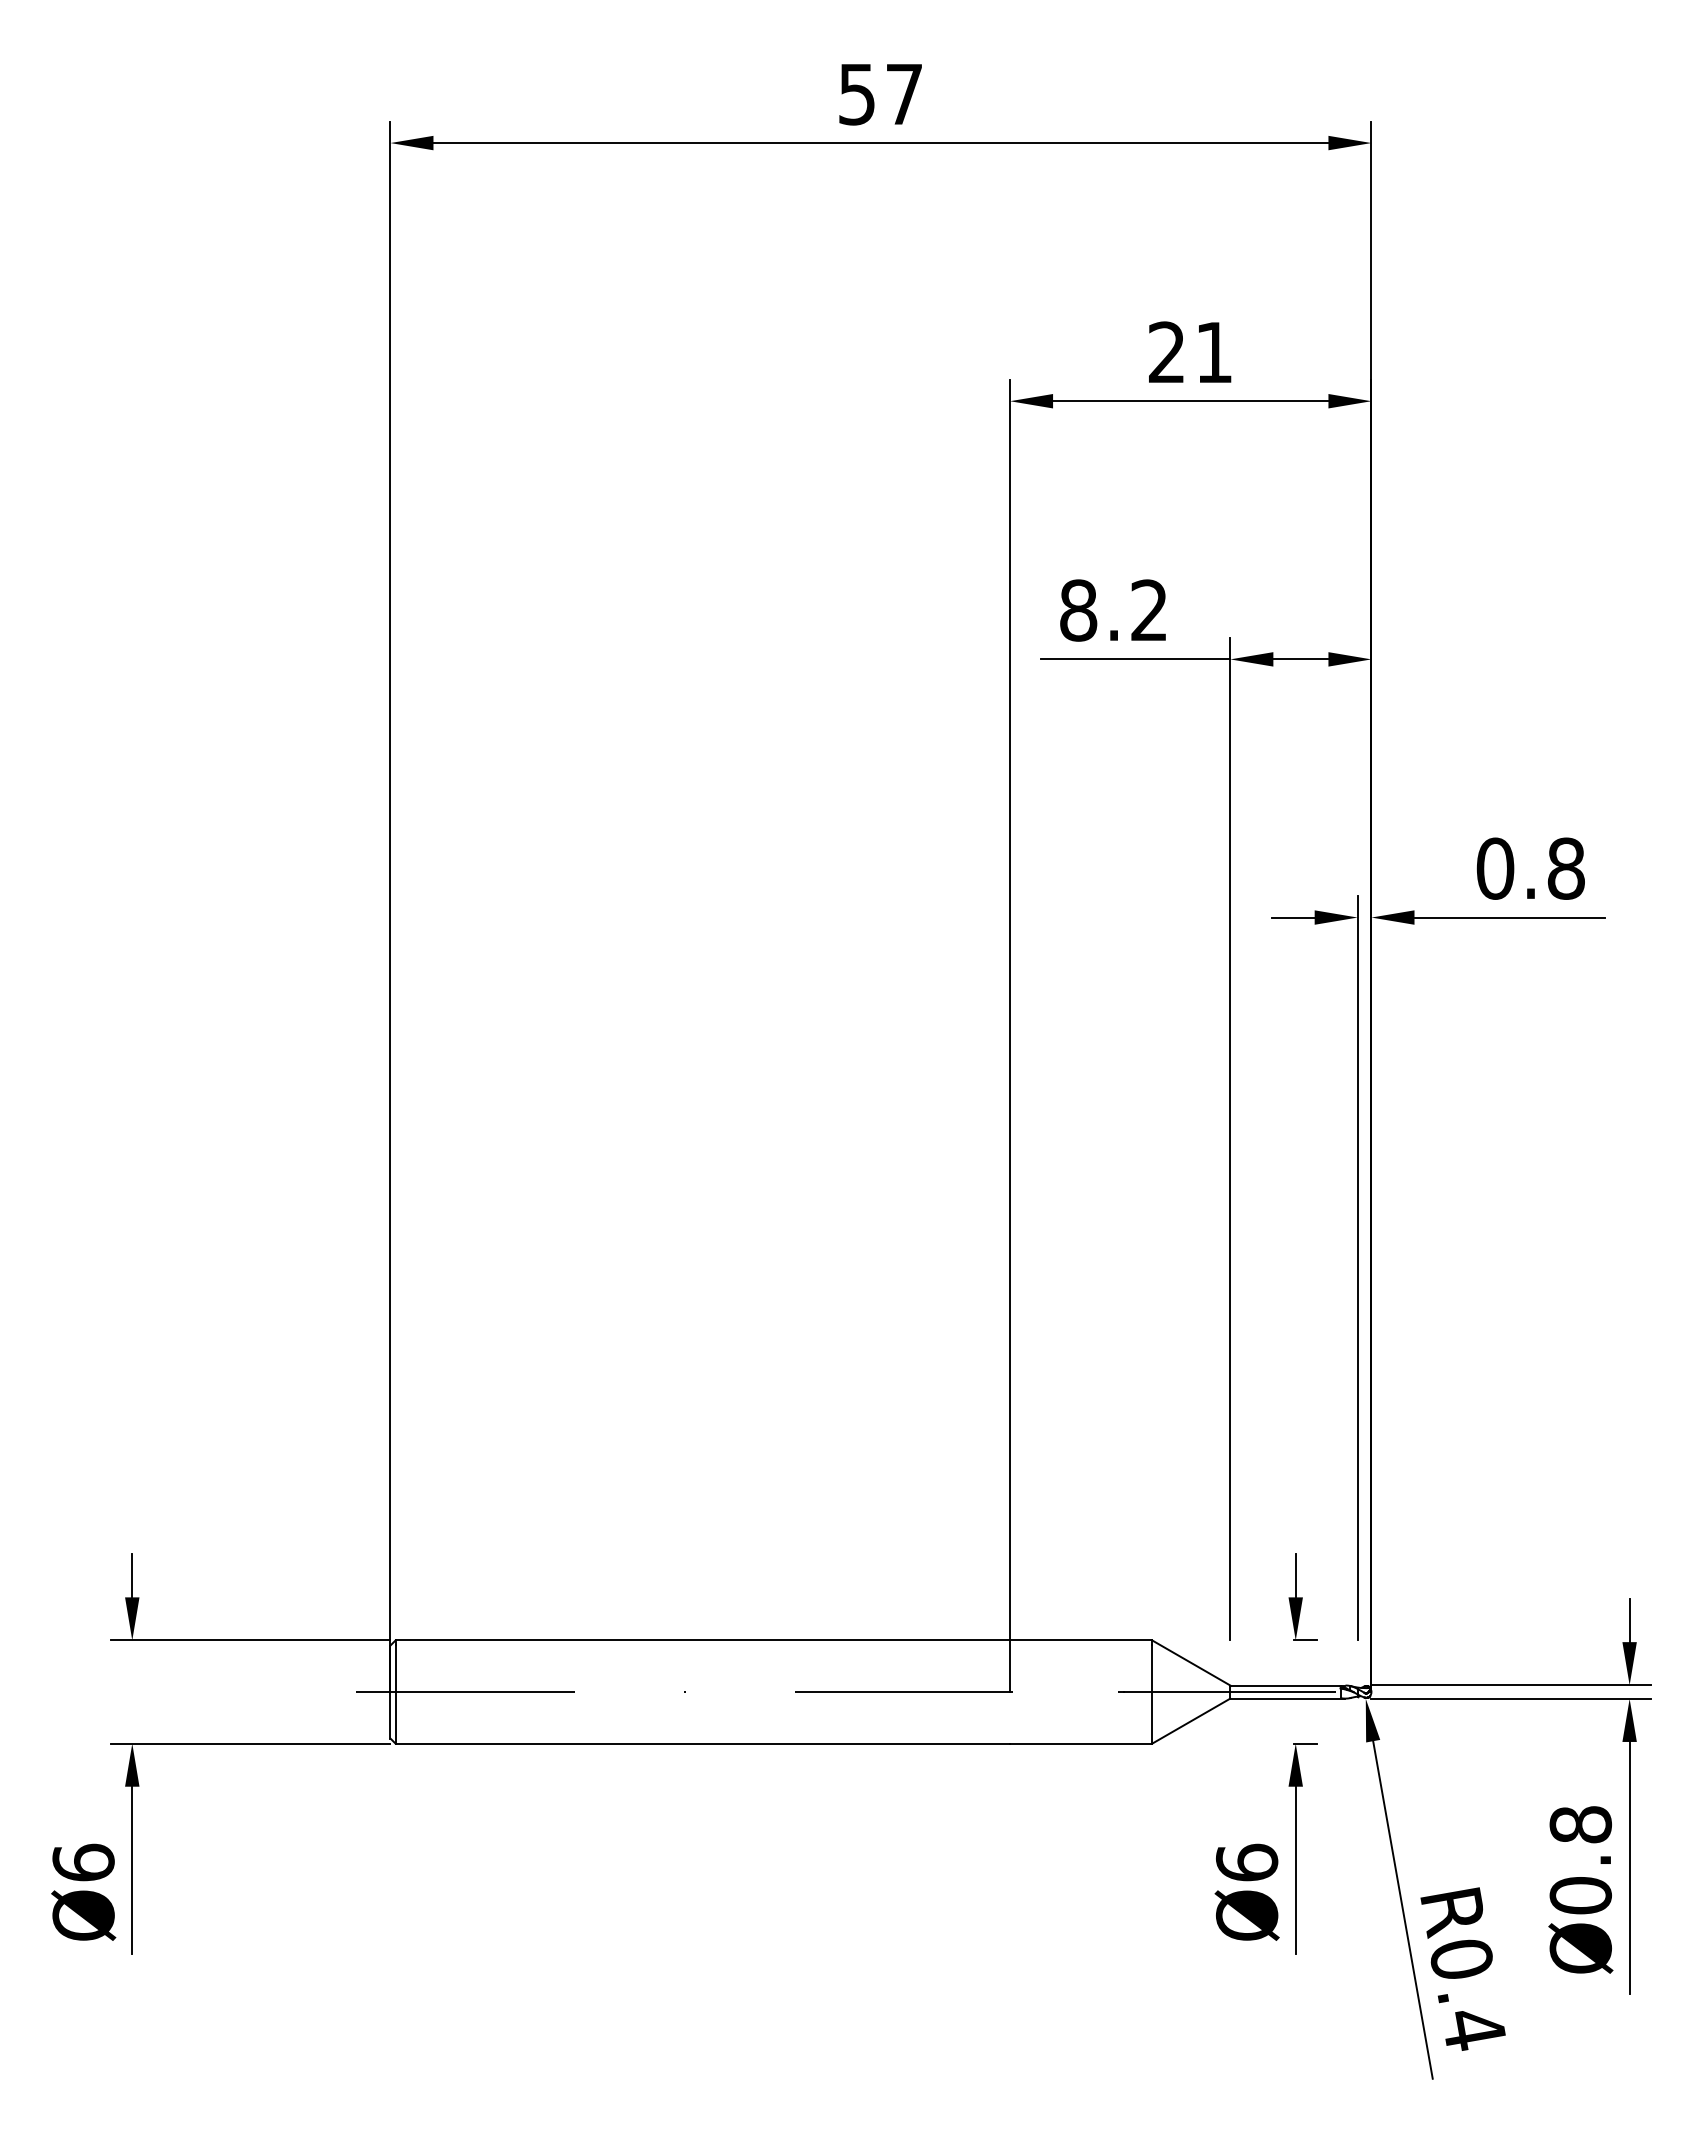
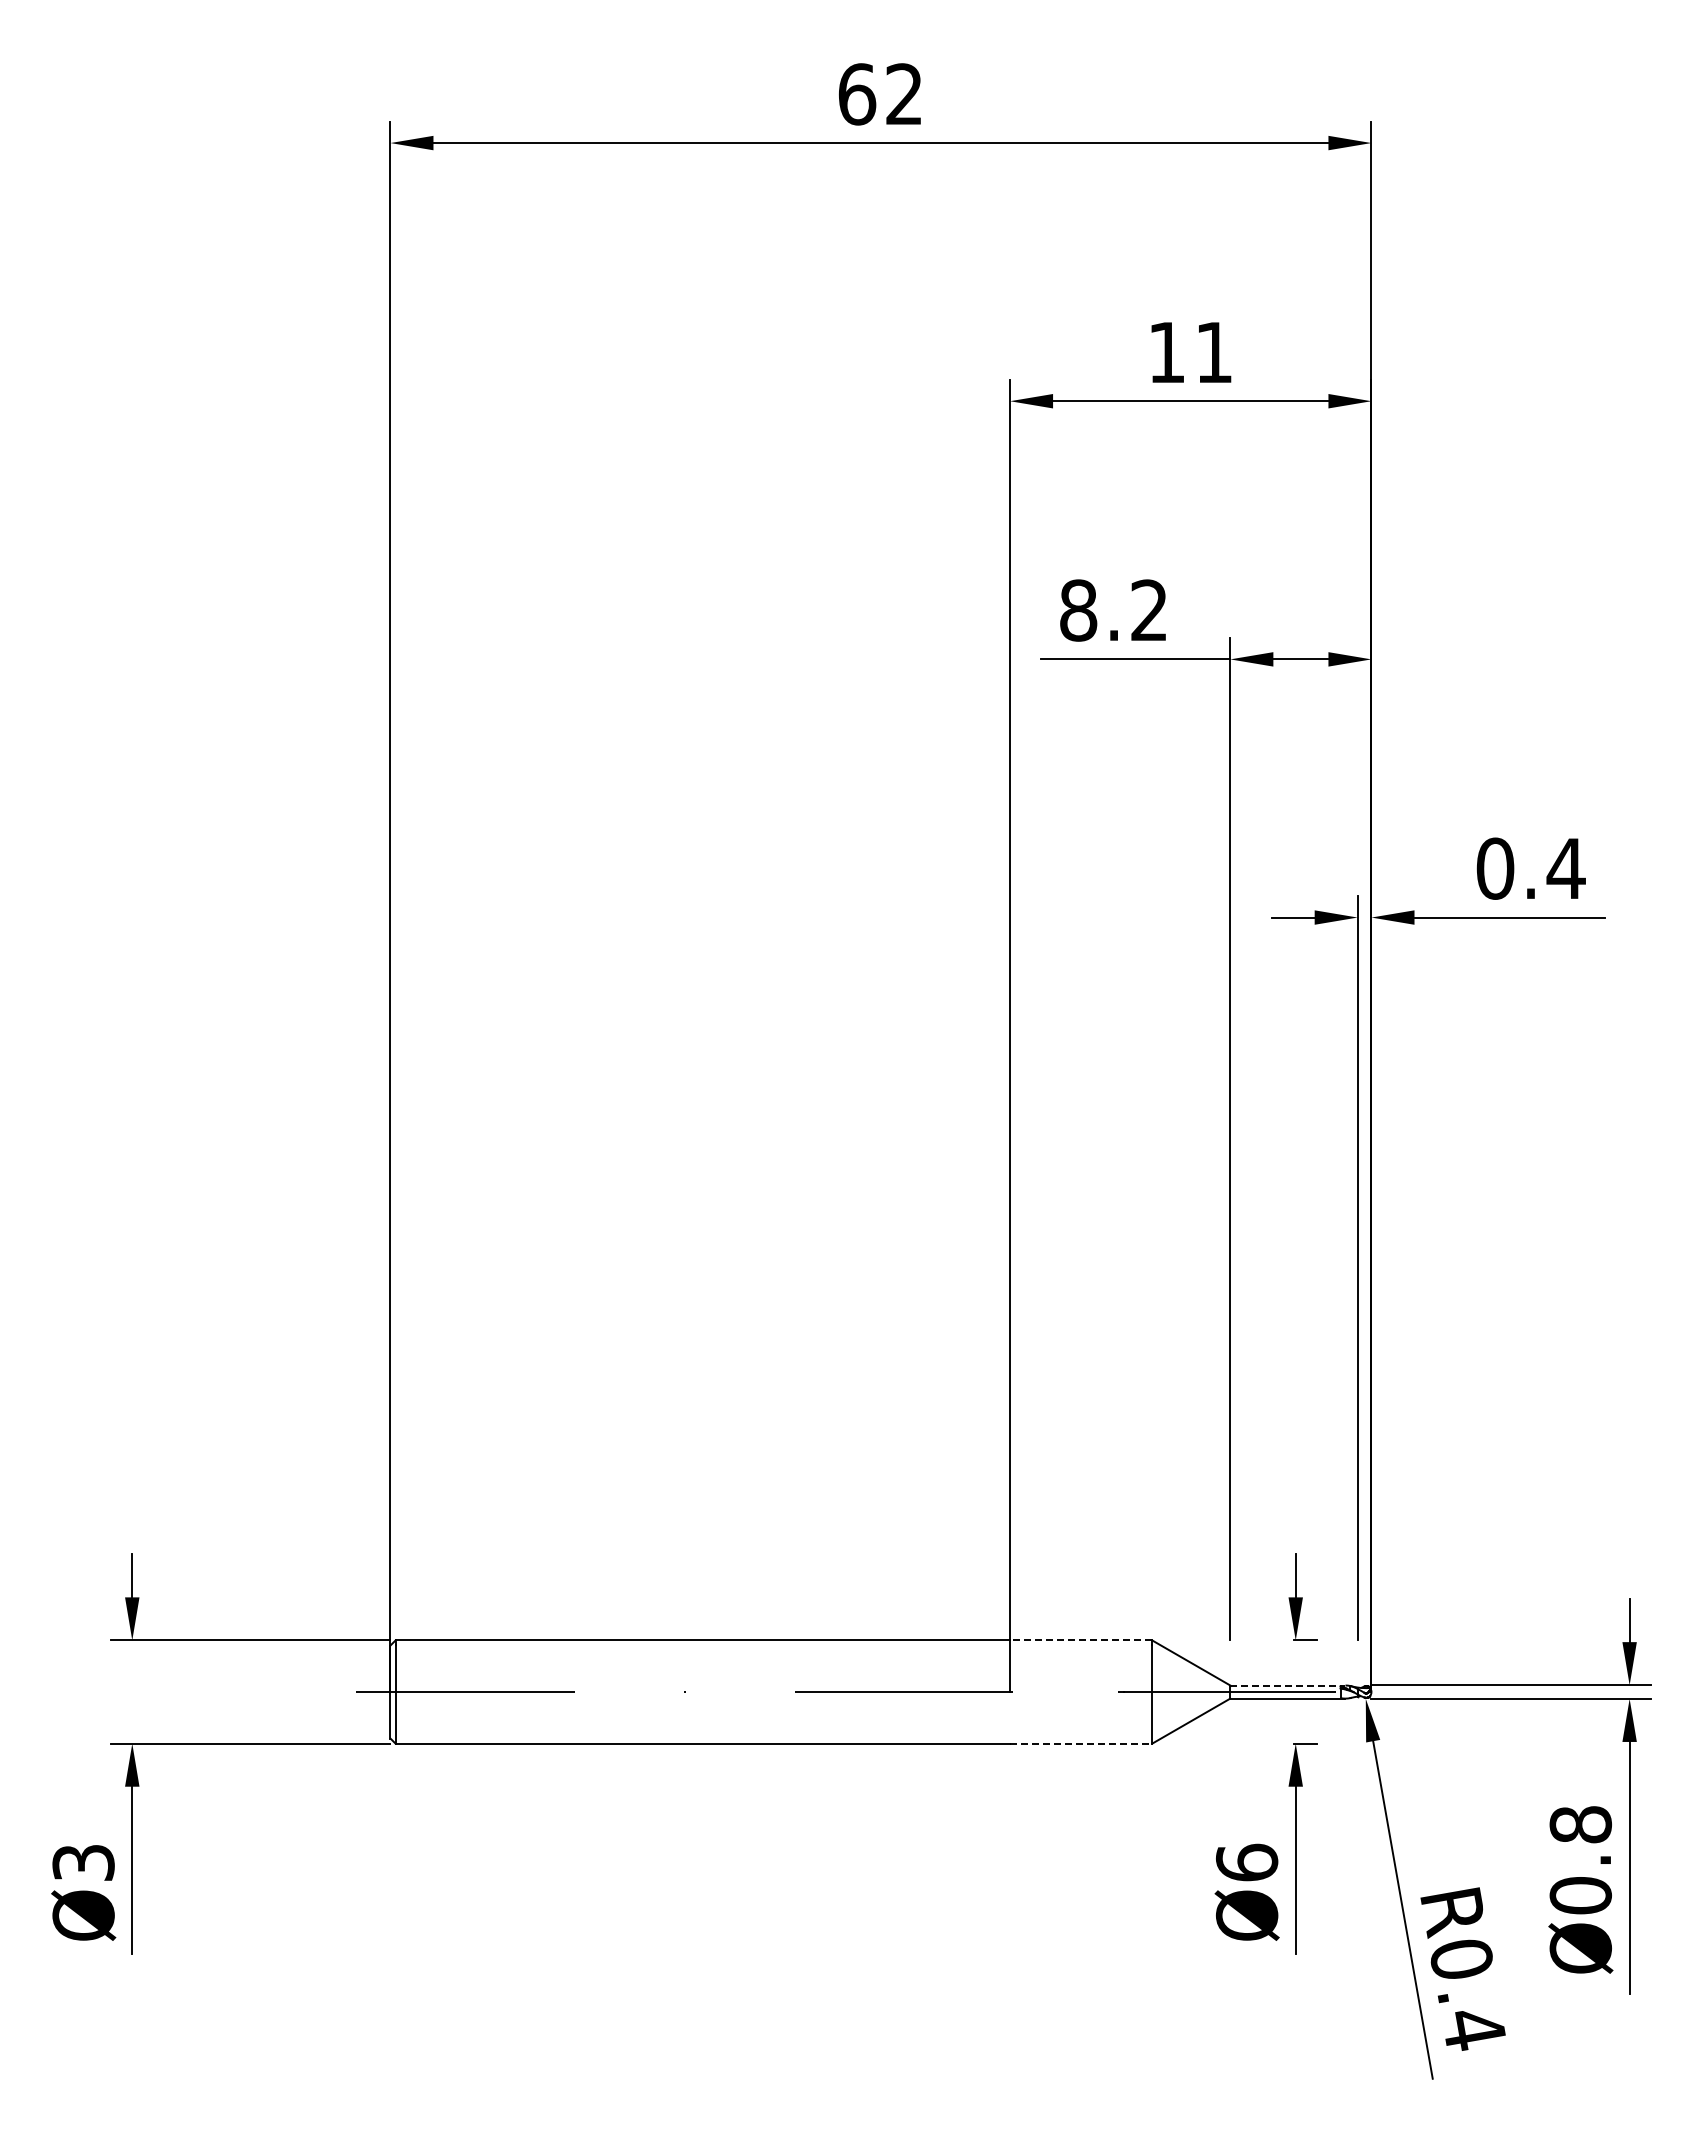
text at (879, 94): 57 -> 62
text at (1166, 351): 21 -> 11
text at (1565, 868): 0.8 -> 0.4
line at (1080, 1640): solid -> dashed
line at (1287, 1685): solid -> dashed
line at (1081, 1743): solid -> dashed
text at (83, 1862): Ø6 -> Ø3
